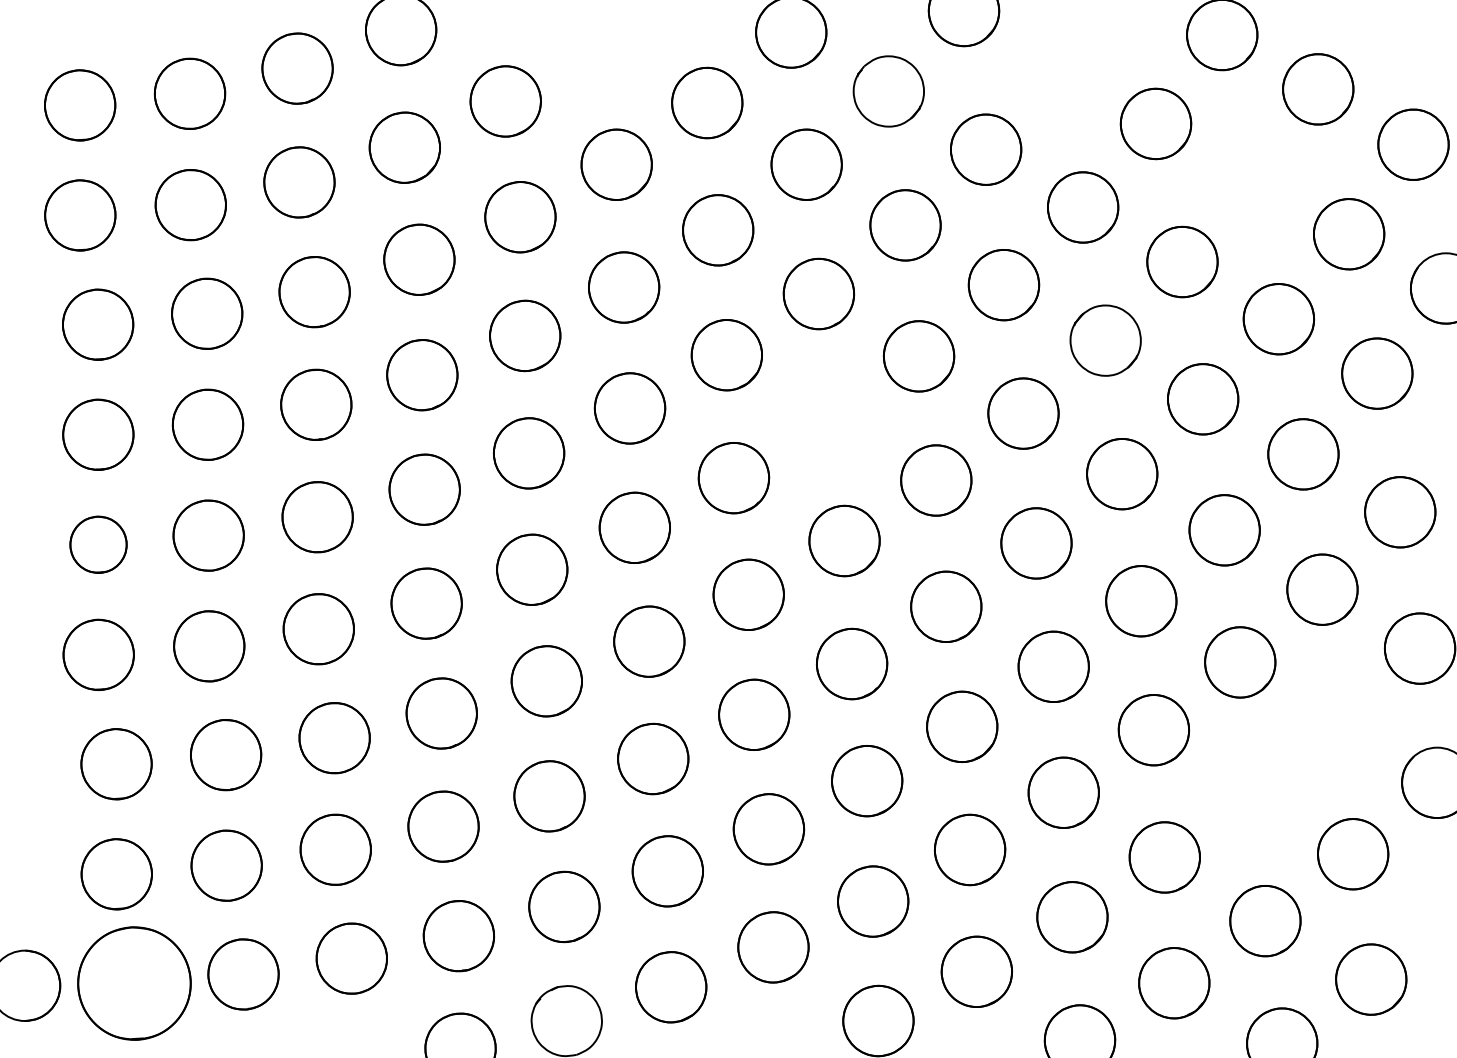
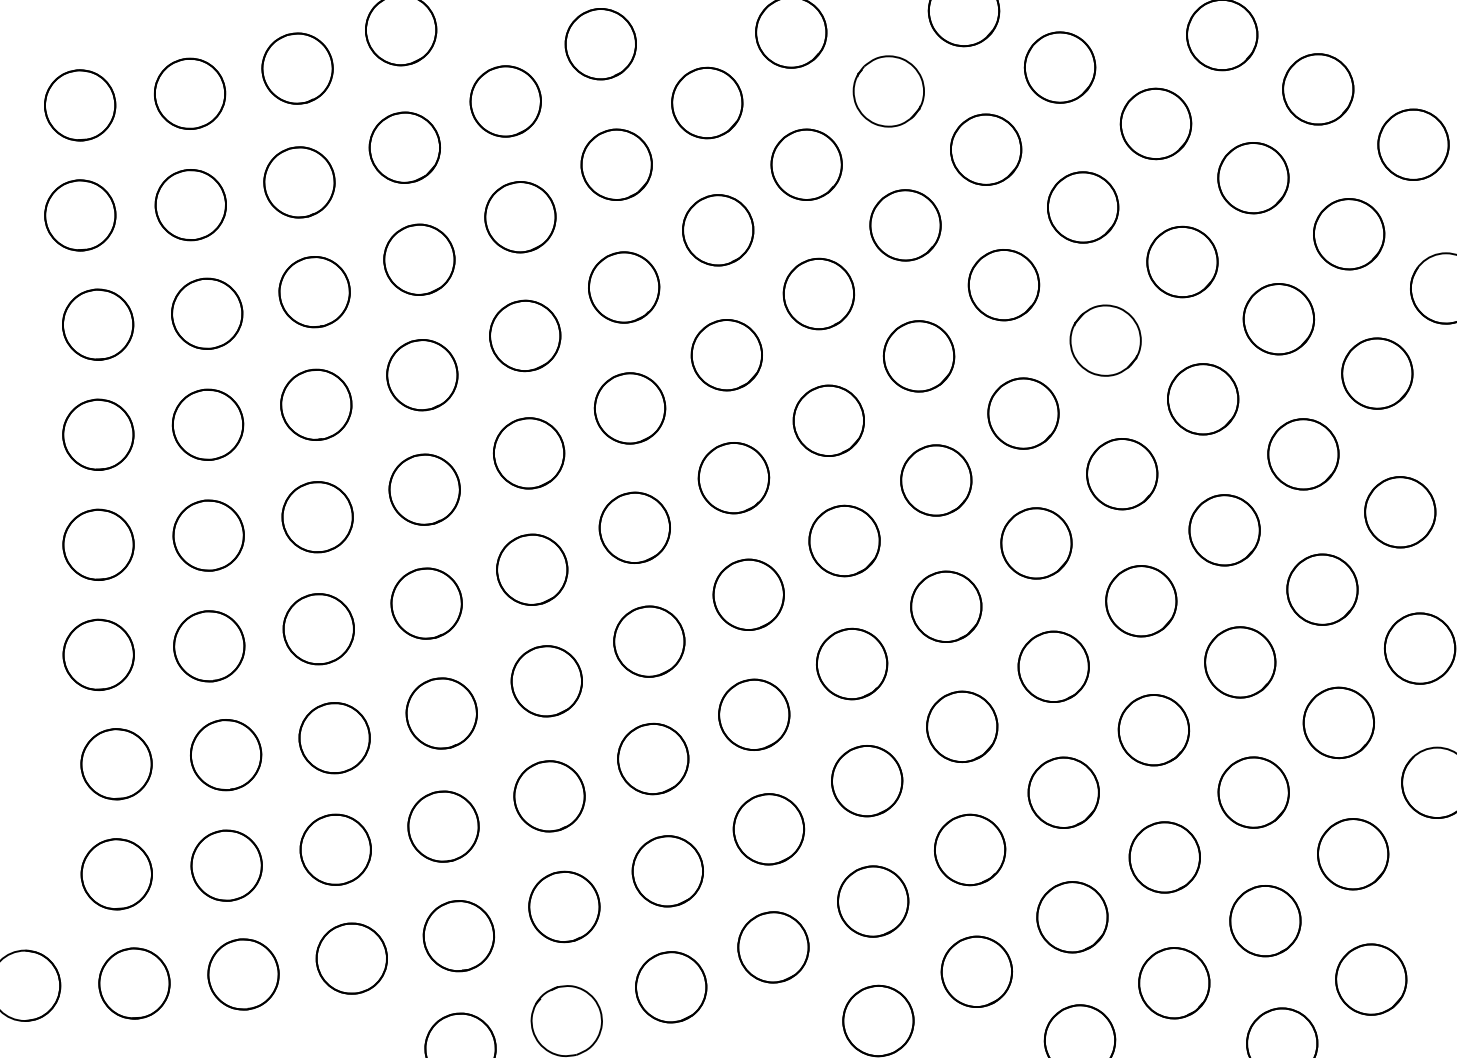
circle at (600, 44): none -> present
part at (1059, 67): none -> present
circle at (1253, 178): none -> present
circle at (828, 420): none -> present
circle at (98, 544) size: 59x59 px -> 73x73 px
part at (1338, 722): none -> present
circle at (1253, 792): none -> present
circle at (134, 983) size: 115x115 px -> 73x73 px
